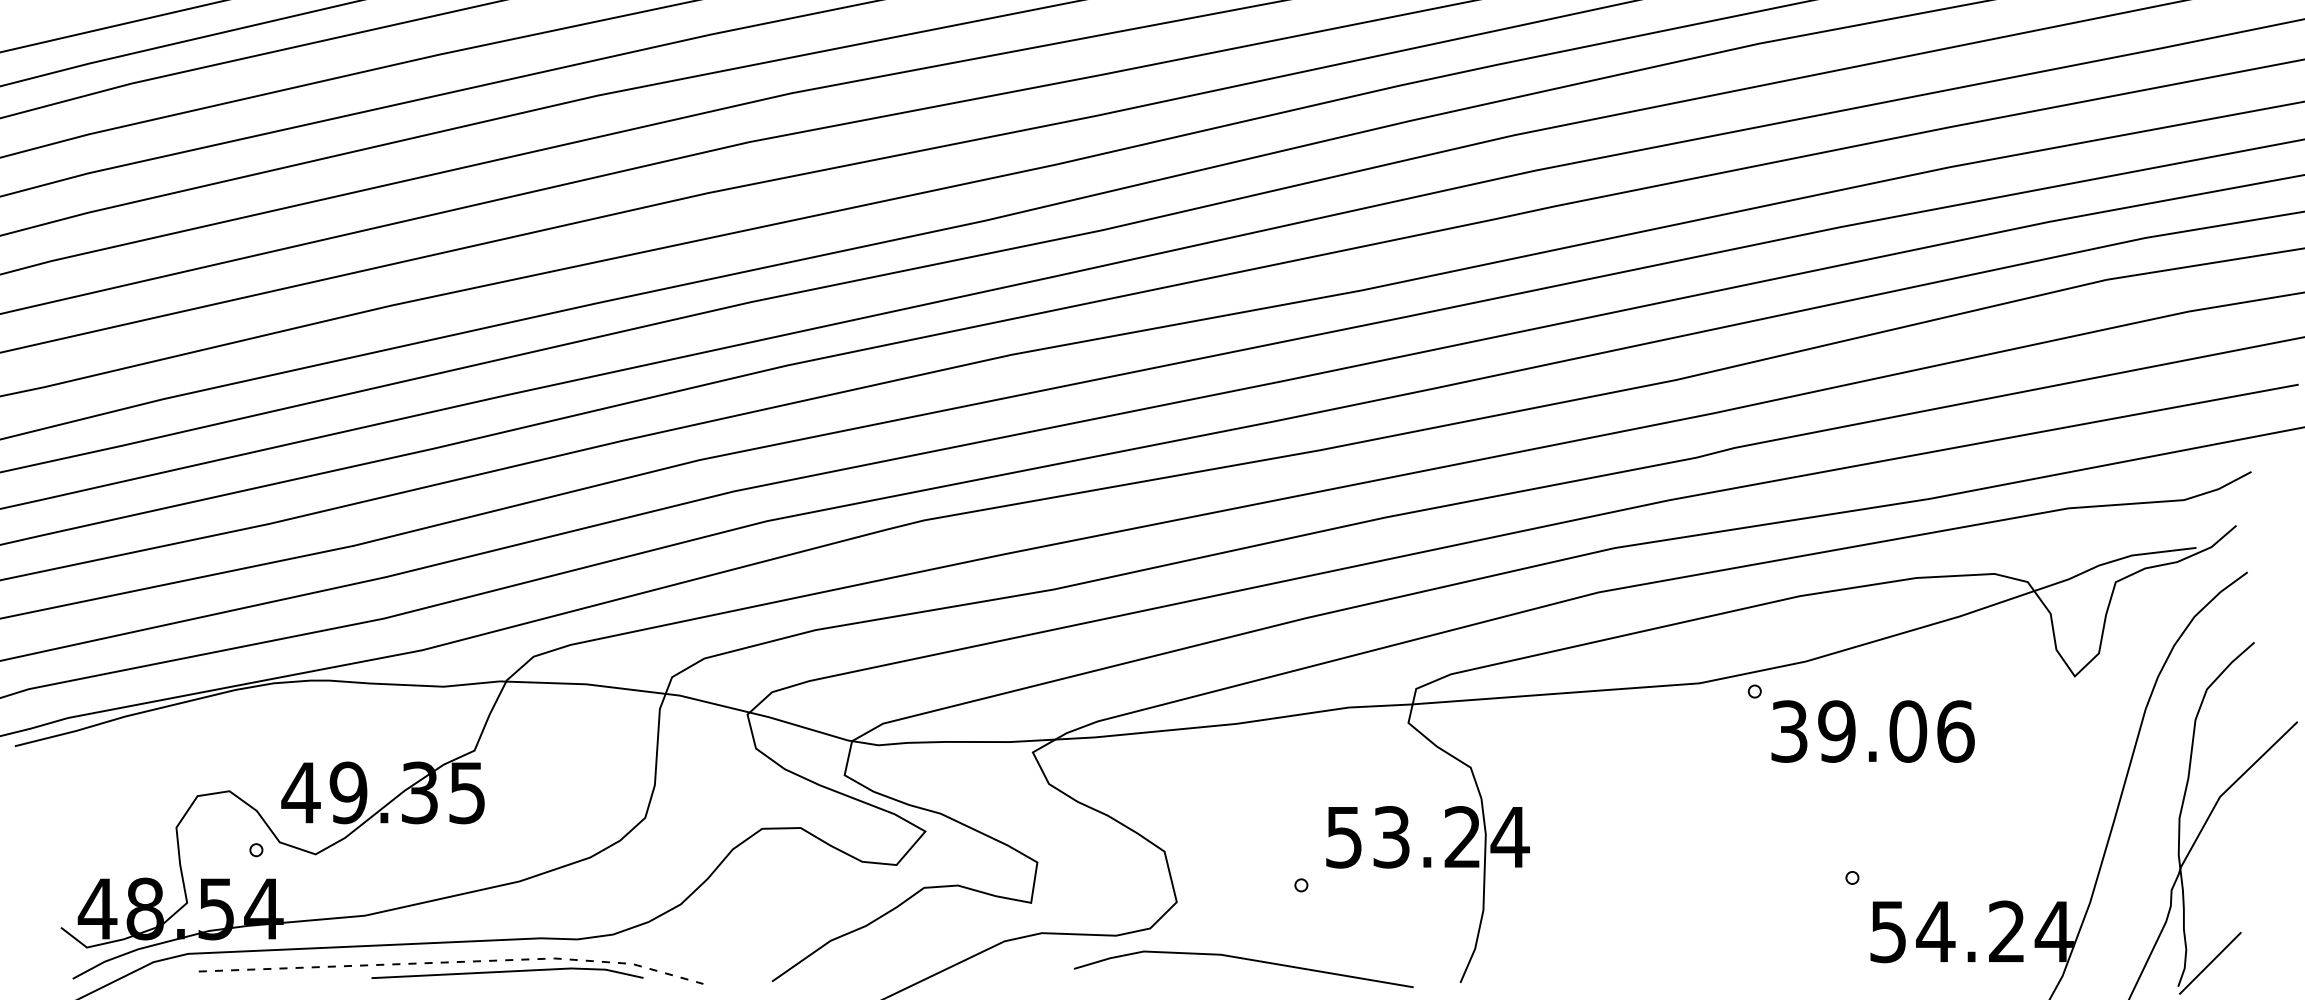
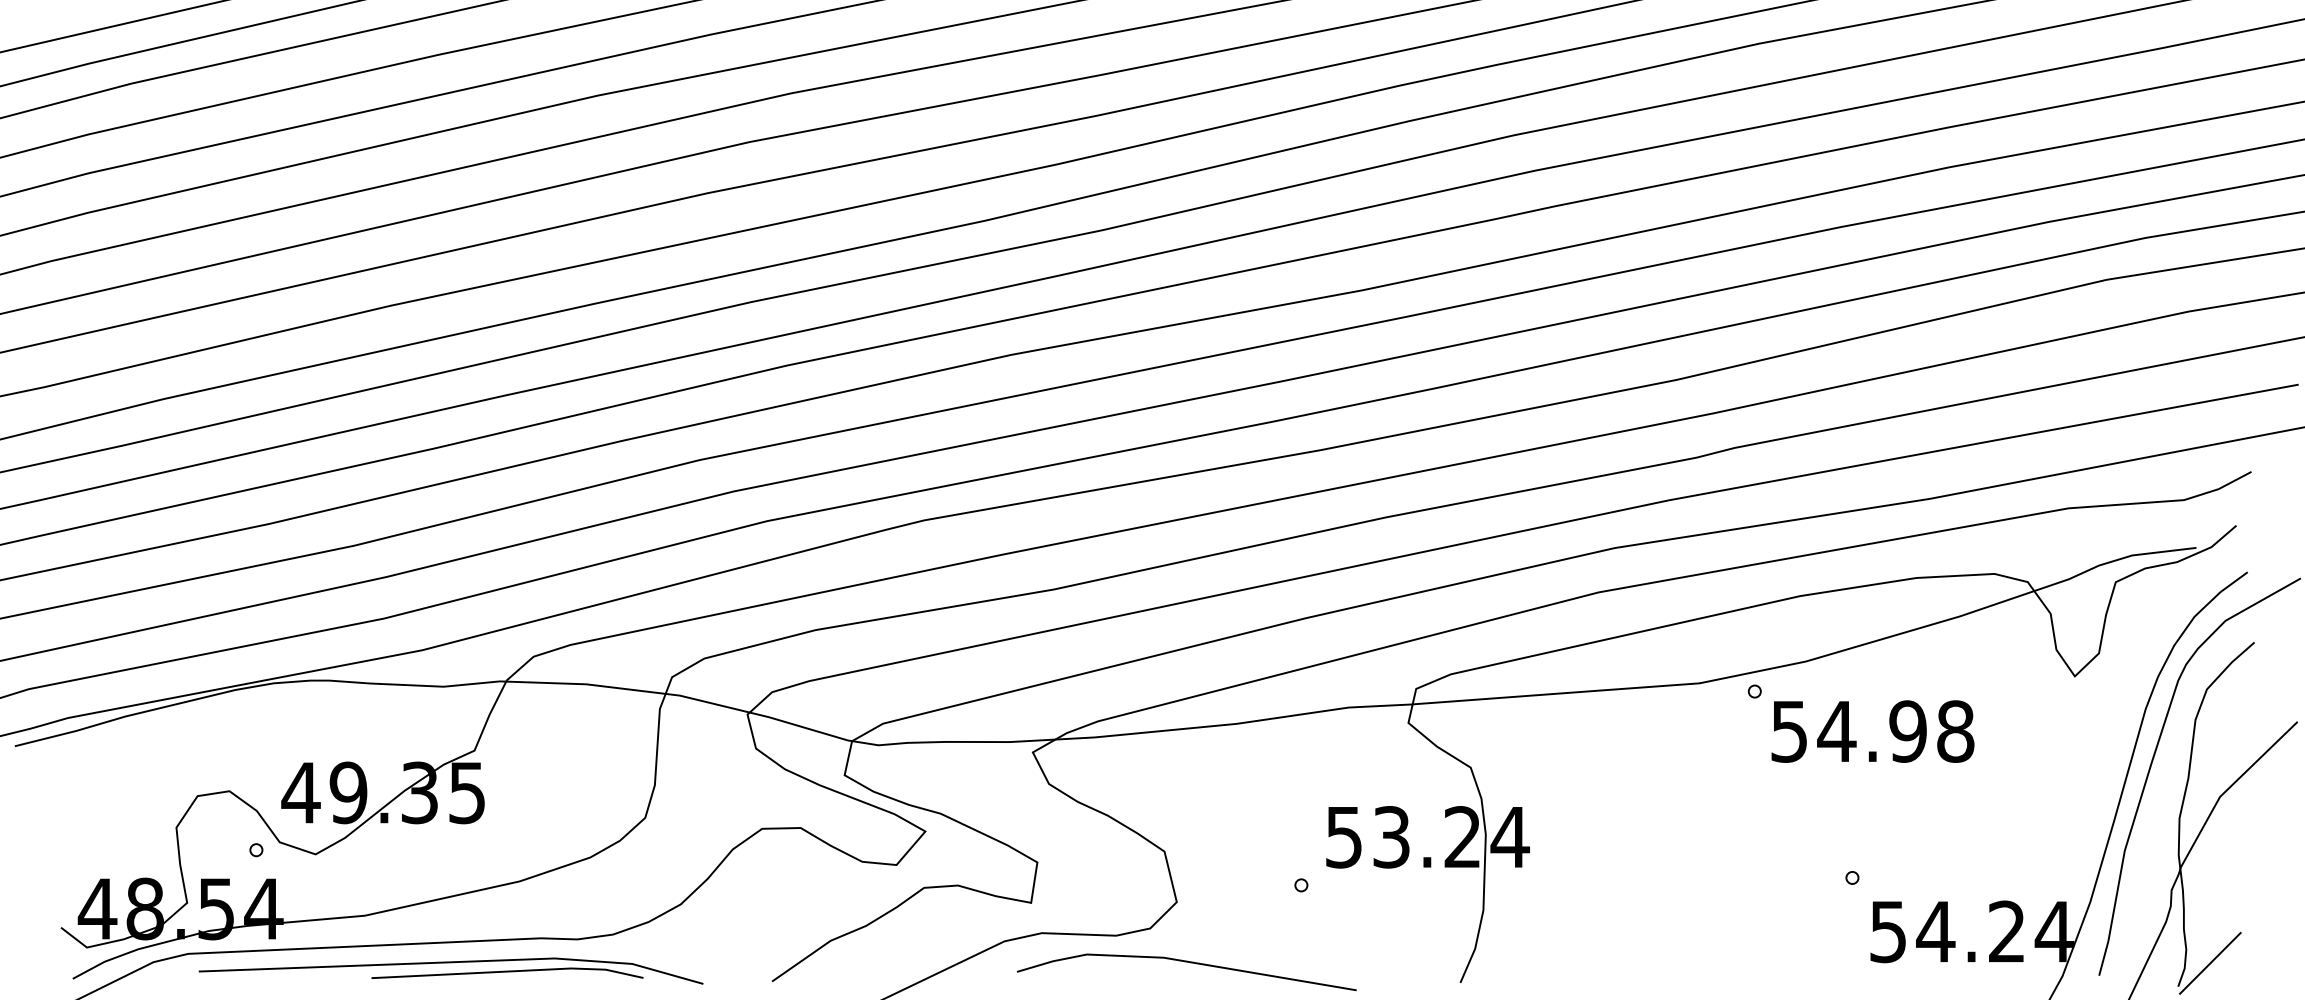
text at (1872, 731): 39.06 -> 54.98
curve at (2153, 761): none -> present
line at (1247, 960) position: (1247, 960) -> (1190, 963)
line at (454, 962): dashed -> solid
